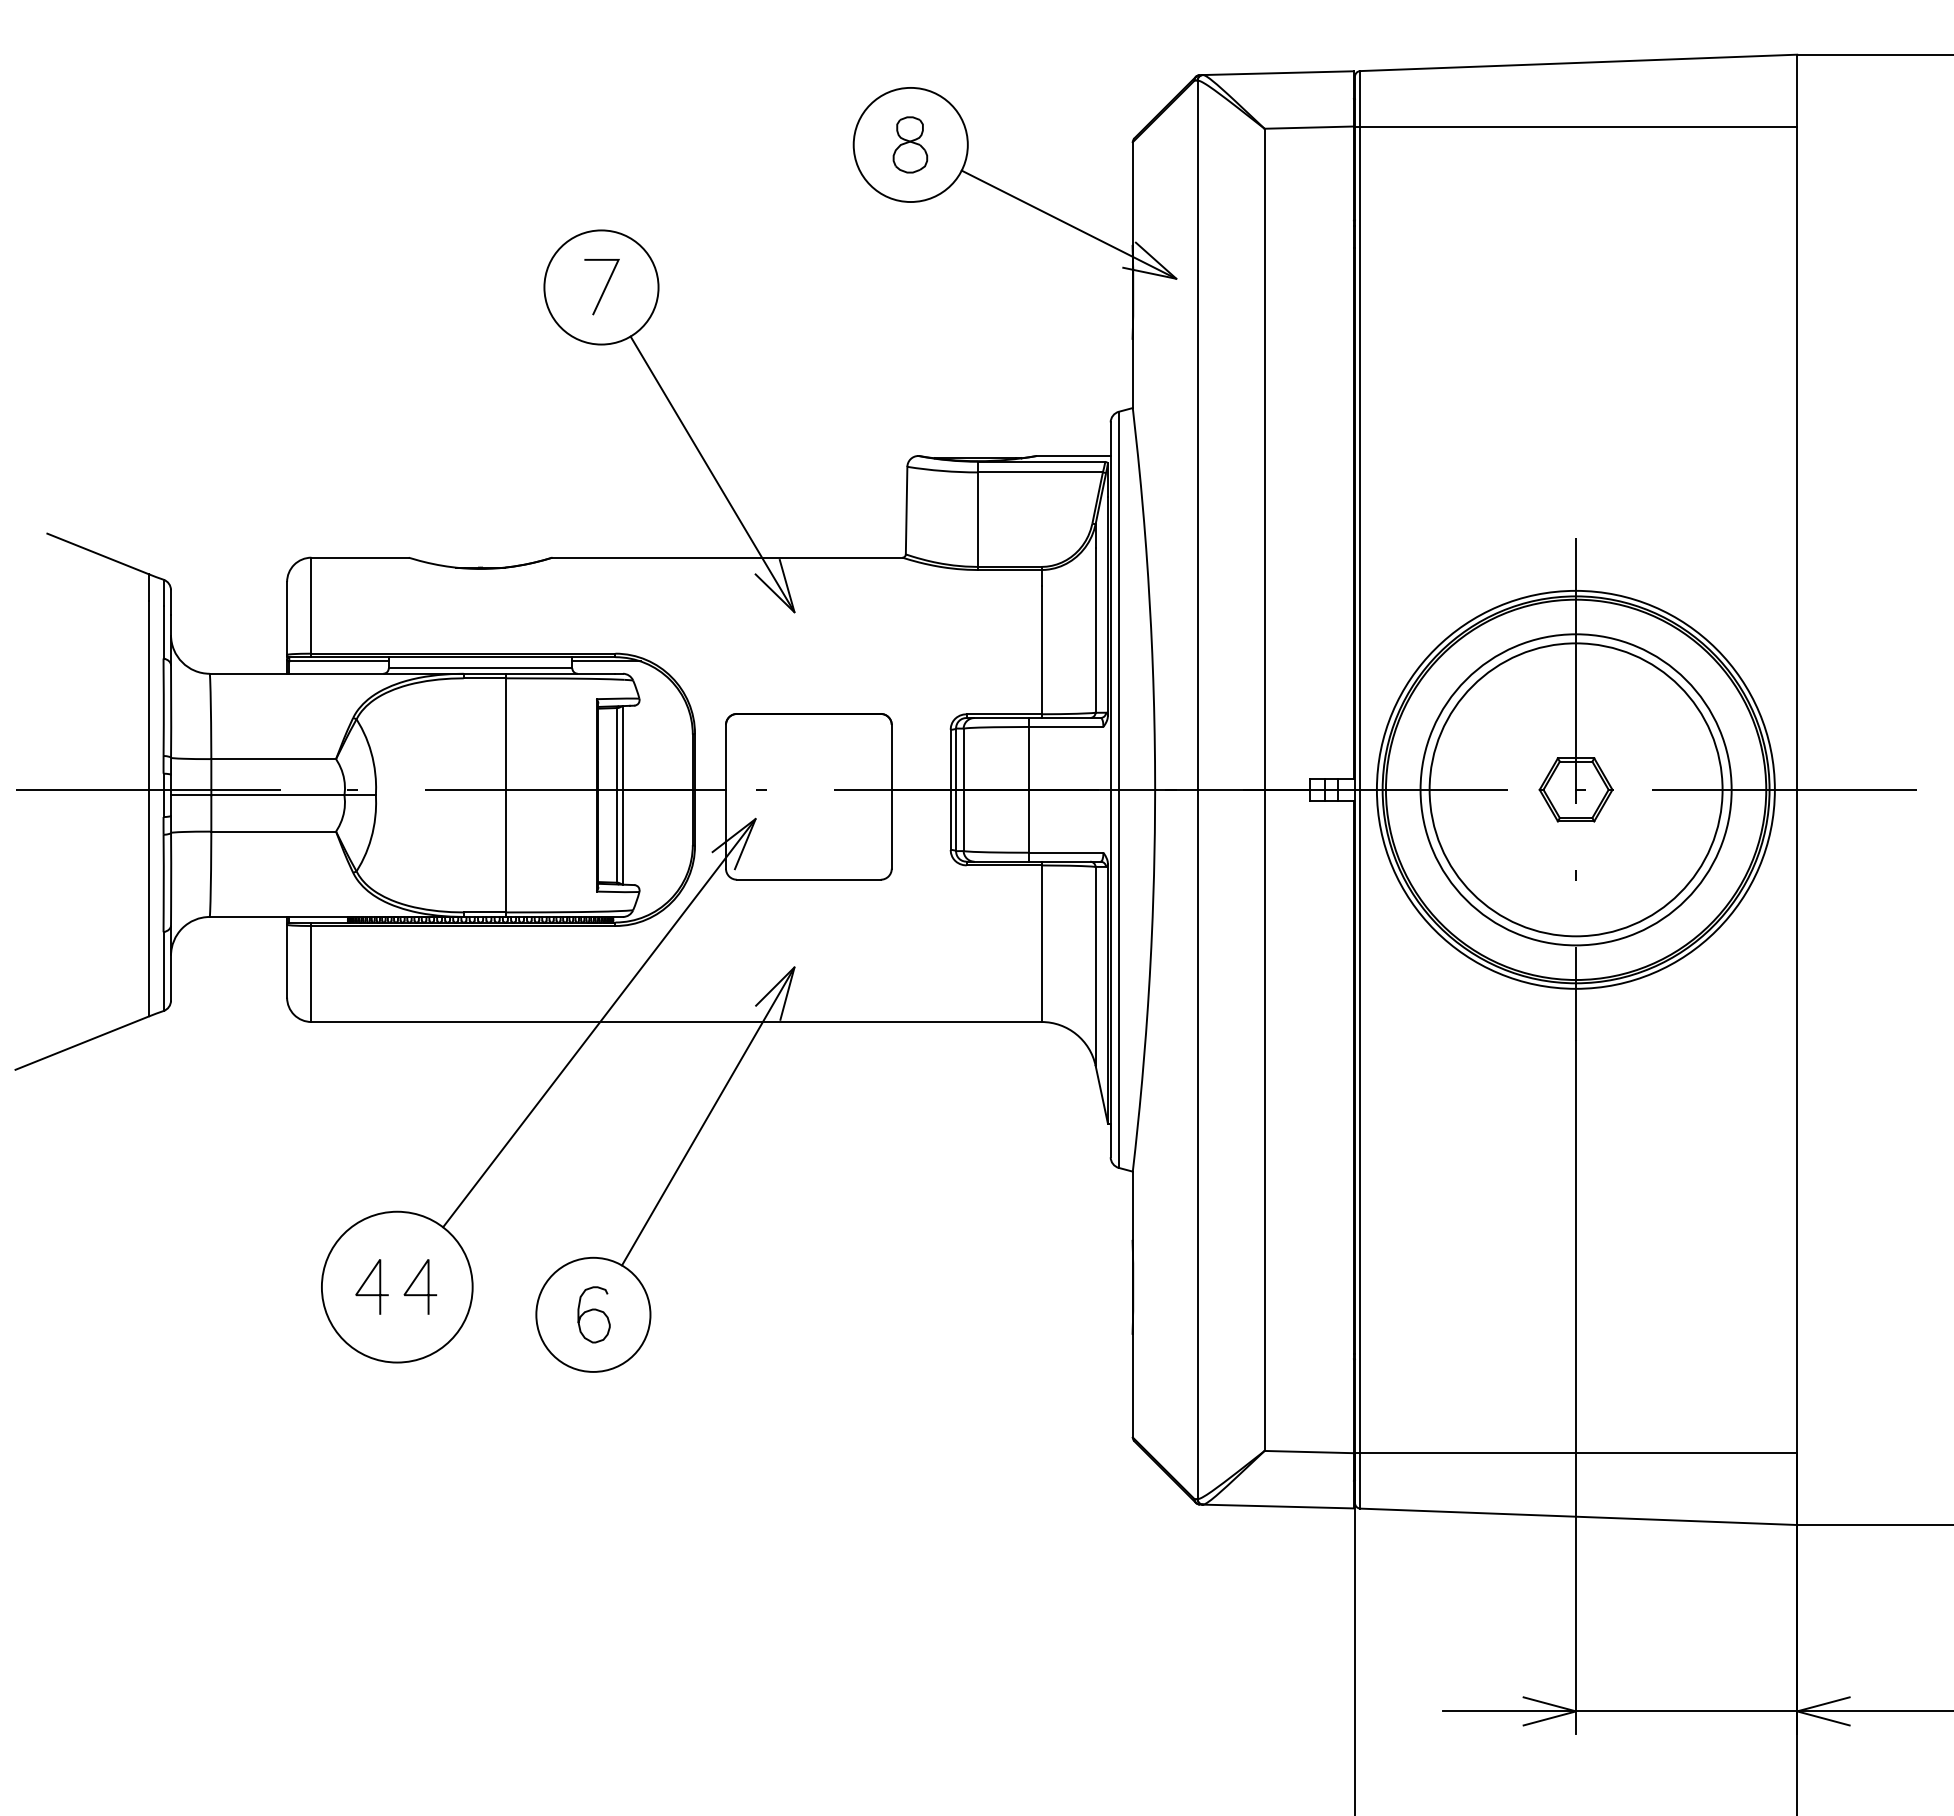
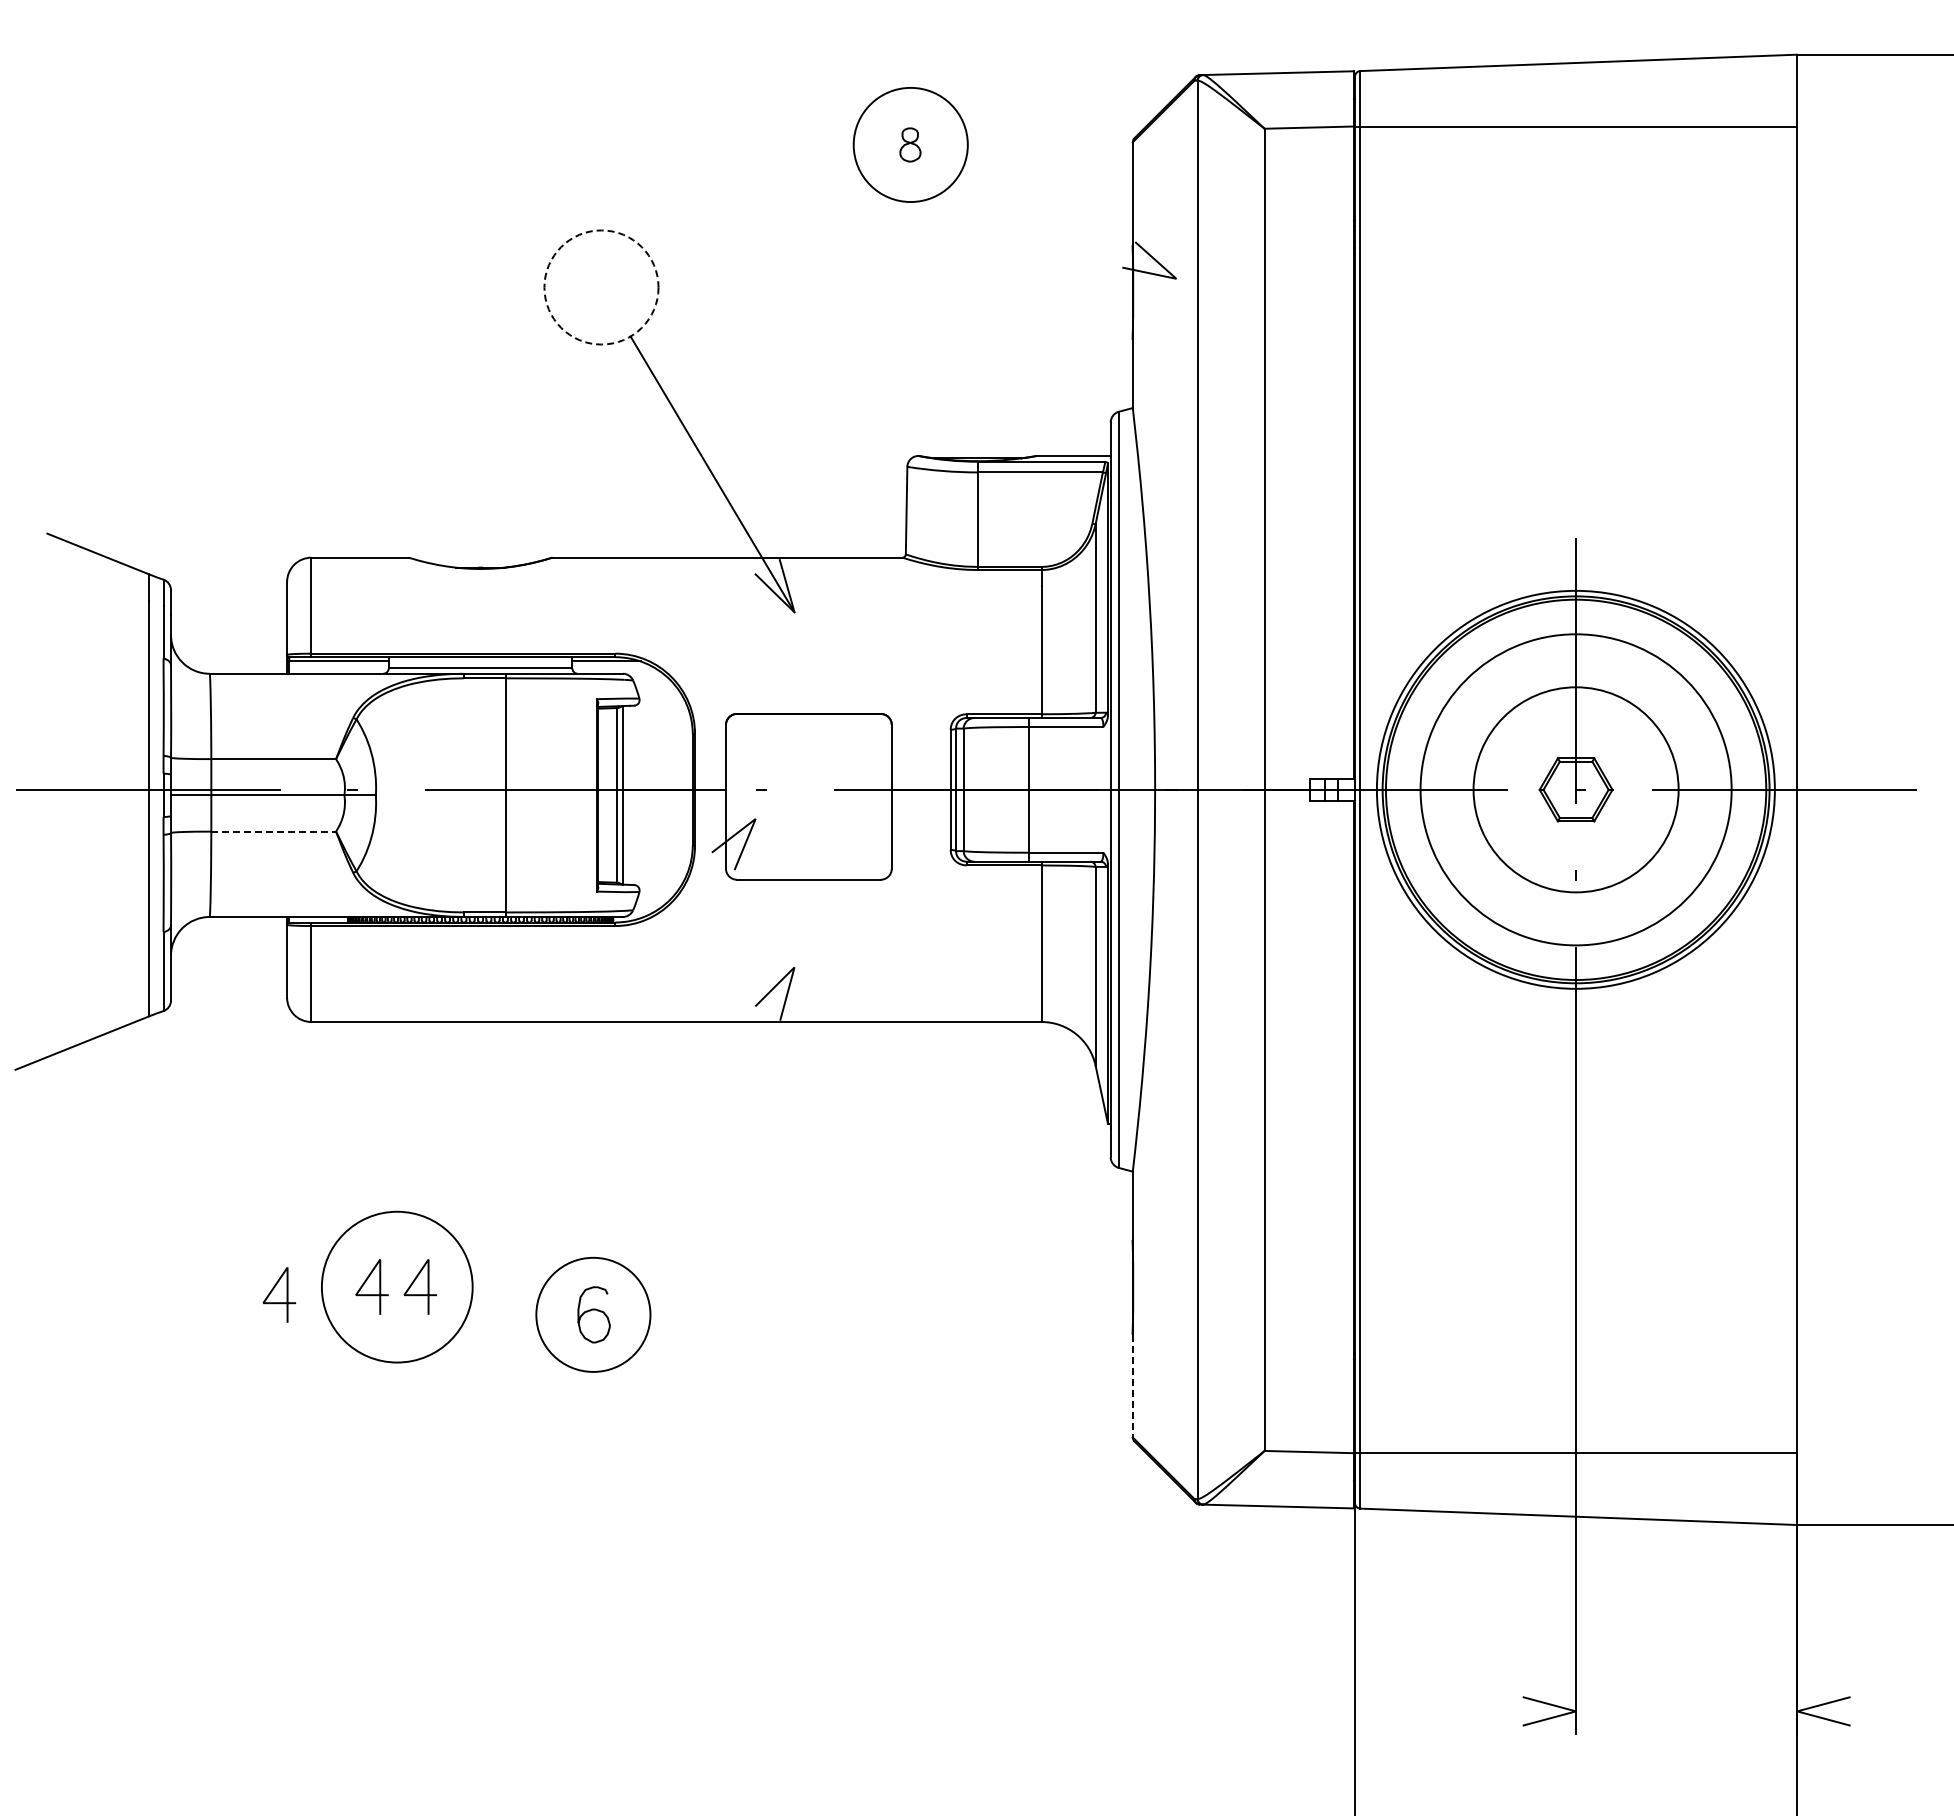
part at (910, 144) size: 37x58 px -> 23x36 px
line at (1068, 224): present -> none
circle at (601, 287): solid -> dashed
line at (603, 289): present -> none
circle at (1575, 789) diameter: 293 px -> 205 px
line at (274, 831): solid -> dashed
line at (599, 1022): present -> none
line at (708, 1116): present -> none
line at (286, 1294): none -> present
line at (1132, 1386): solid -> dashed
line at (1696, 1711): present -> none
